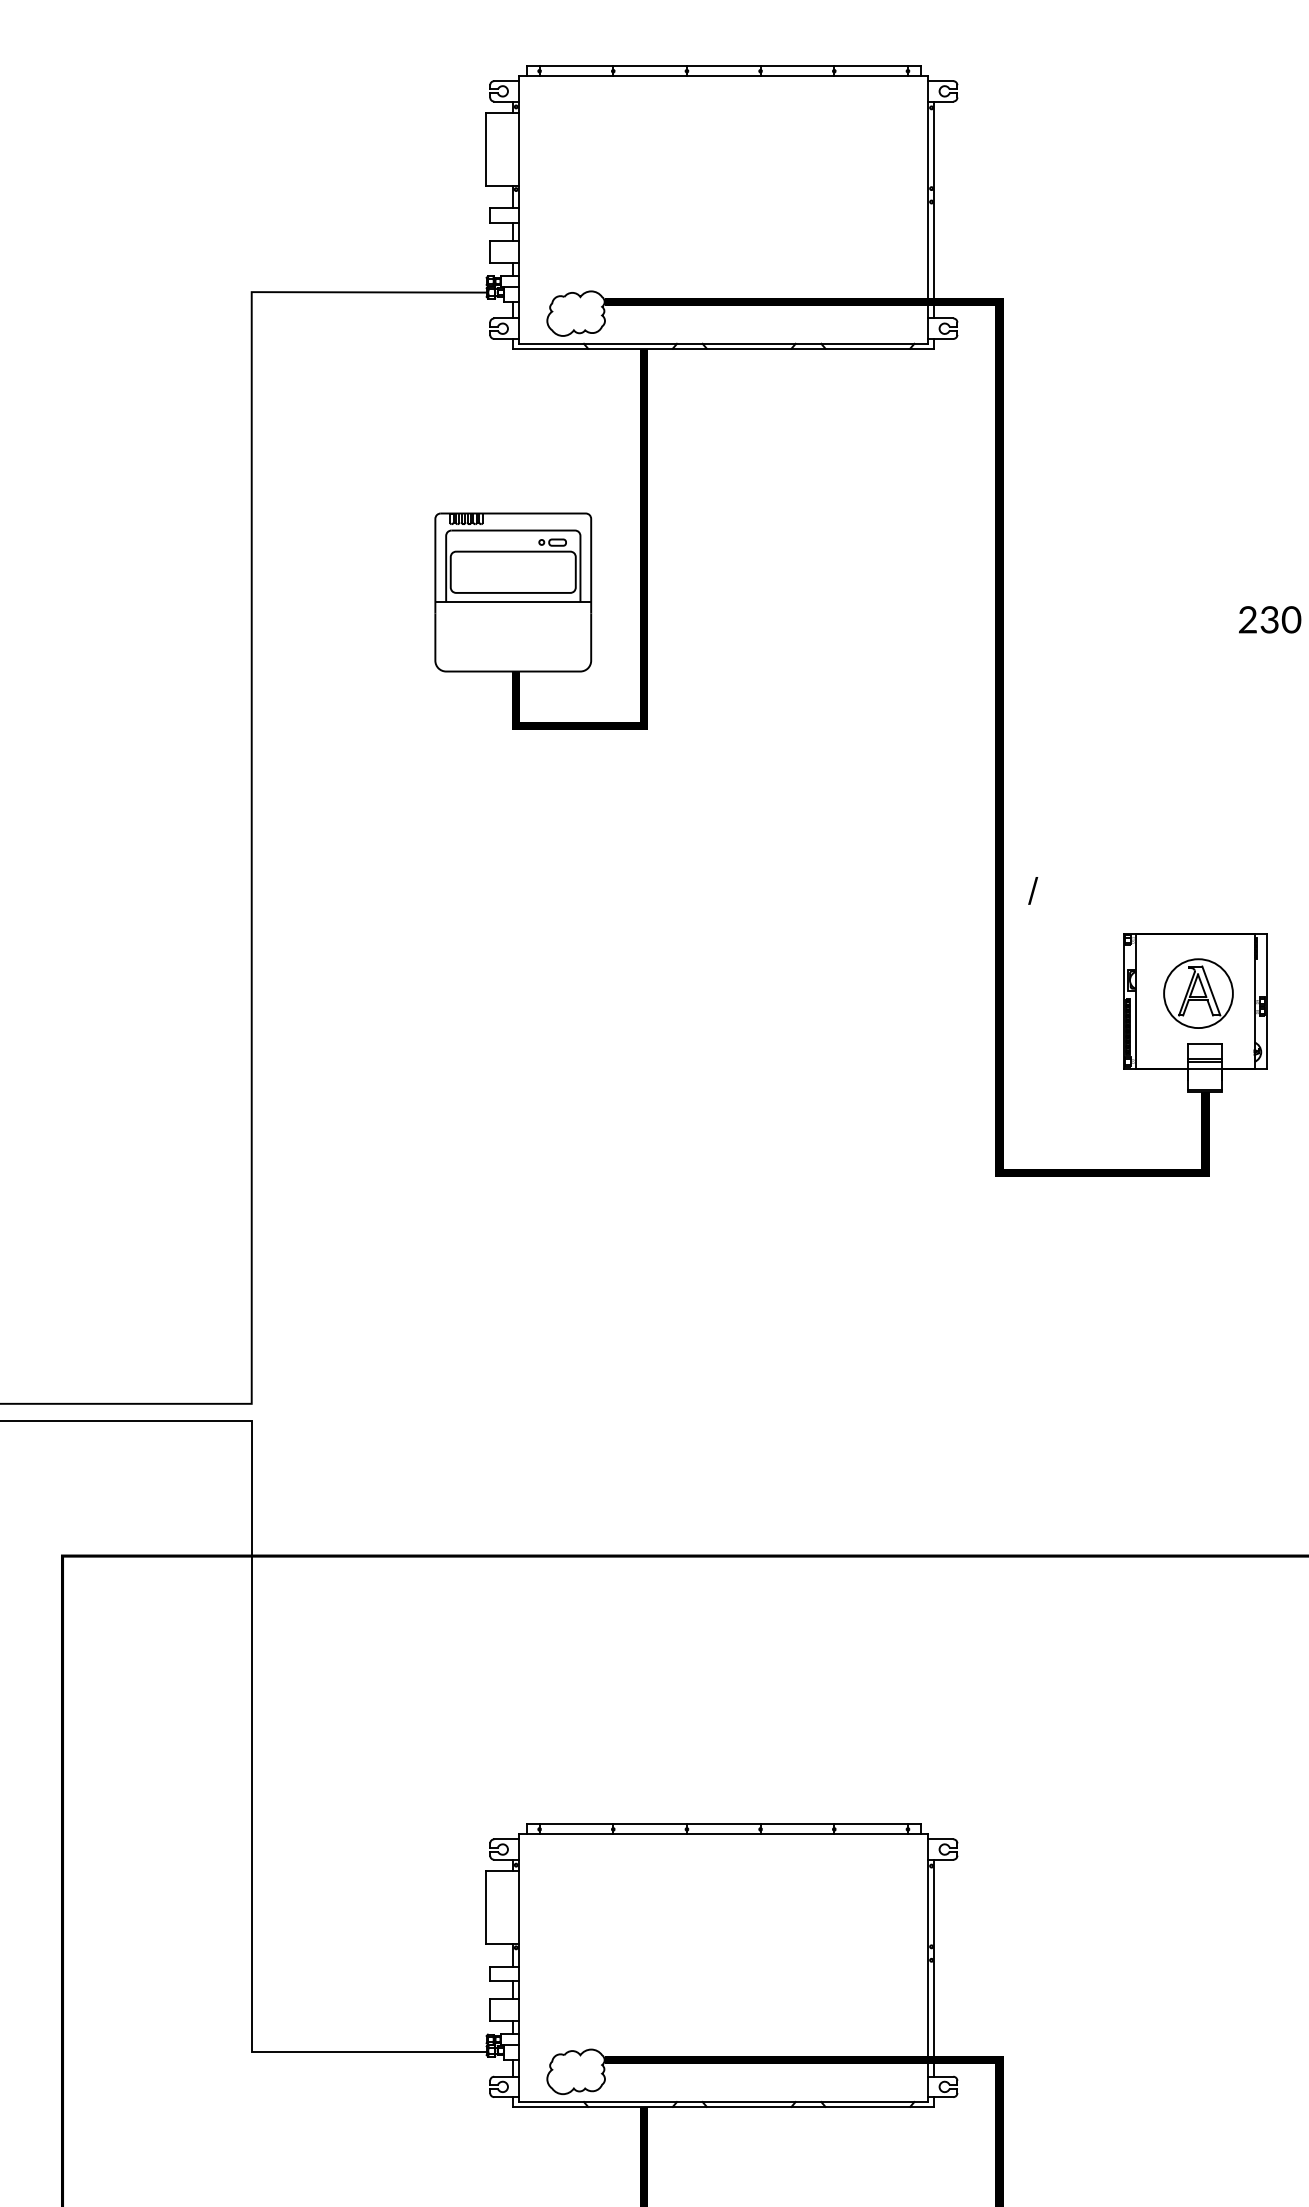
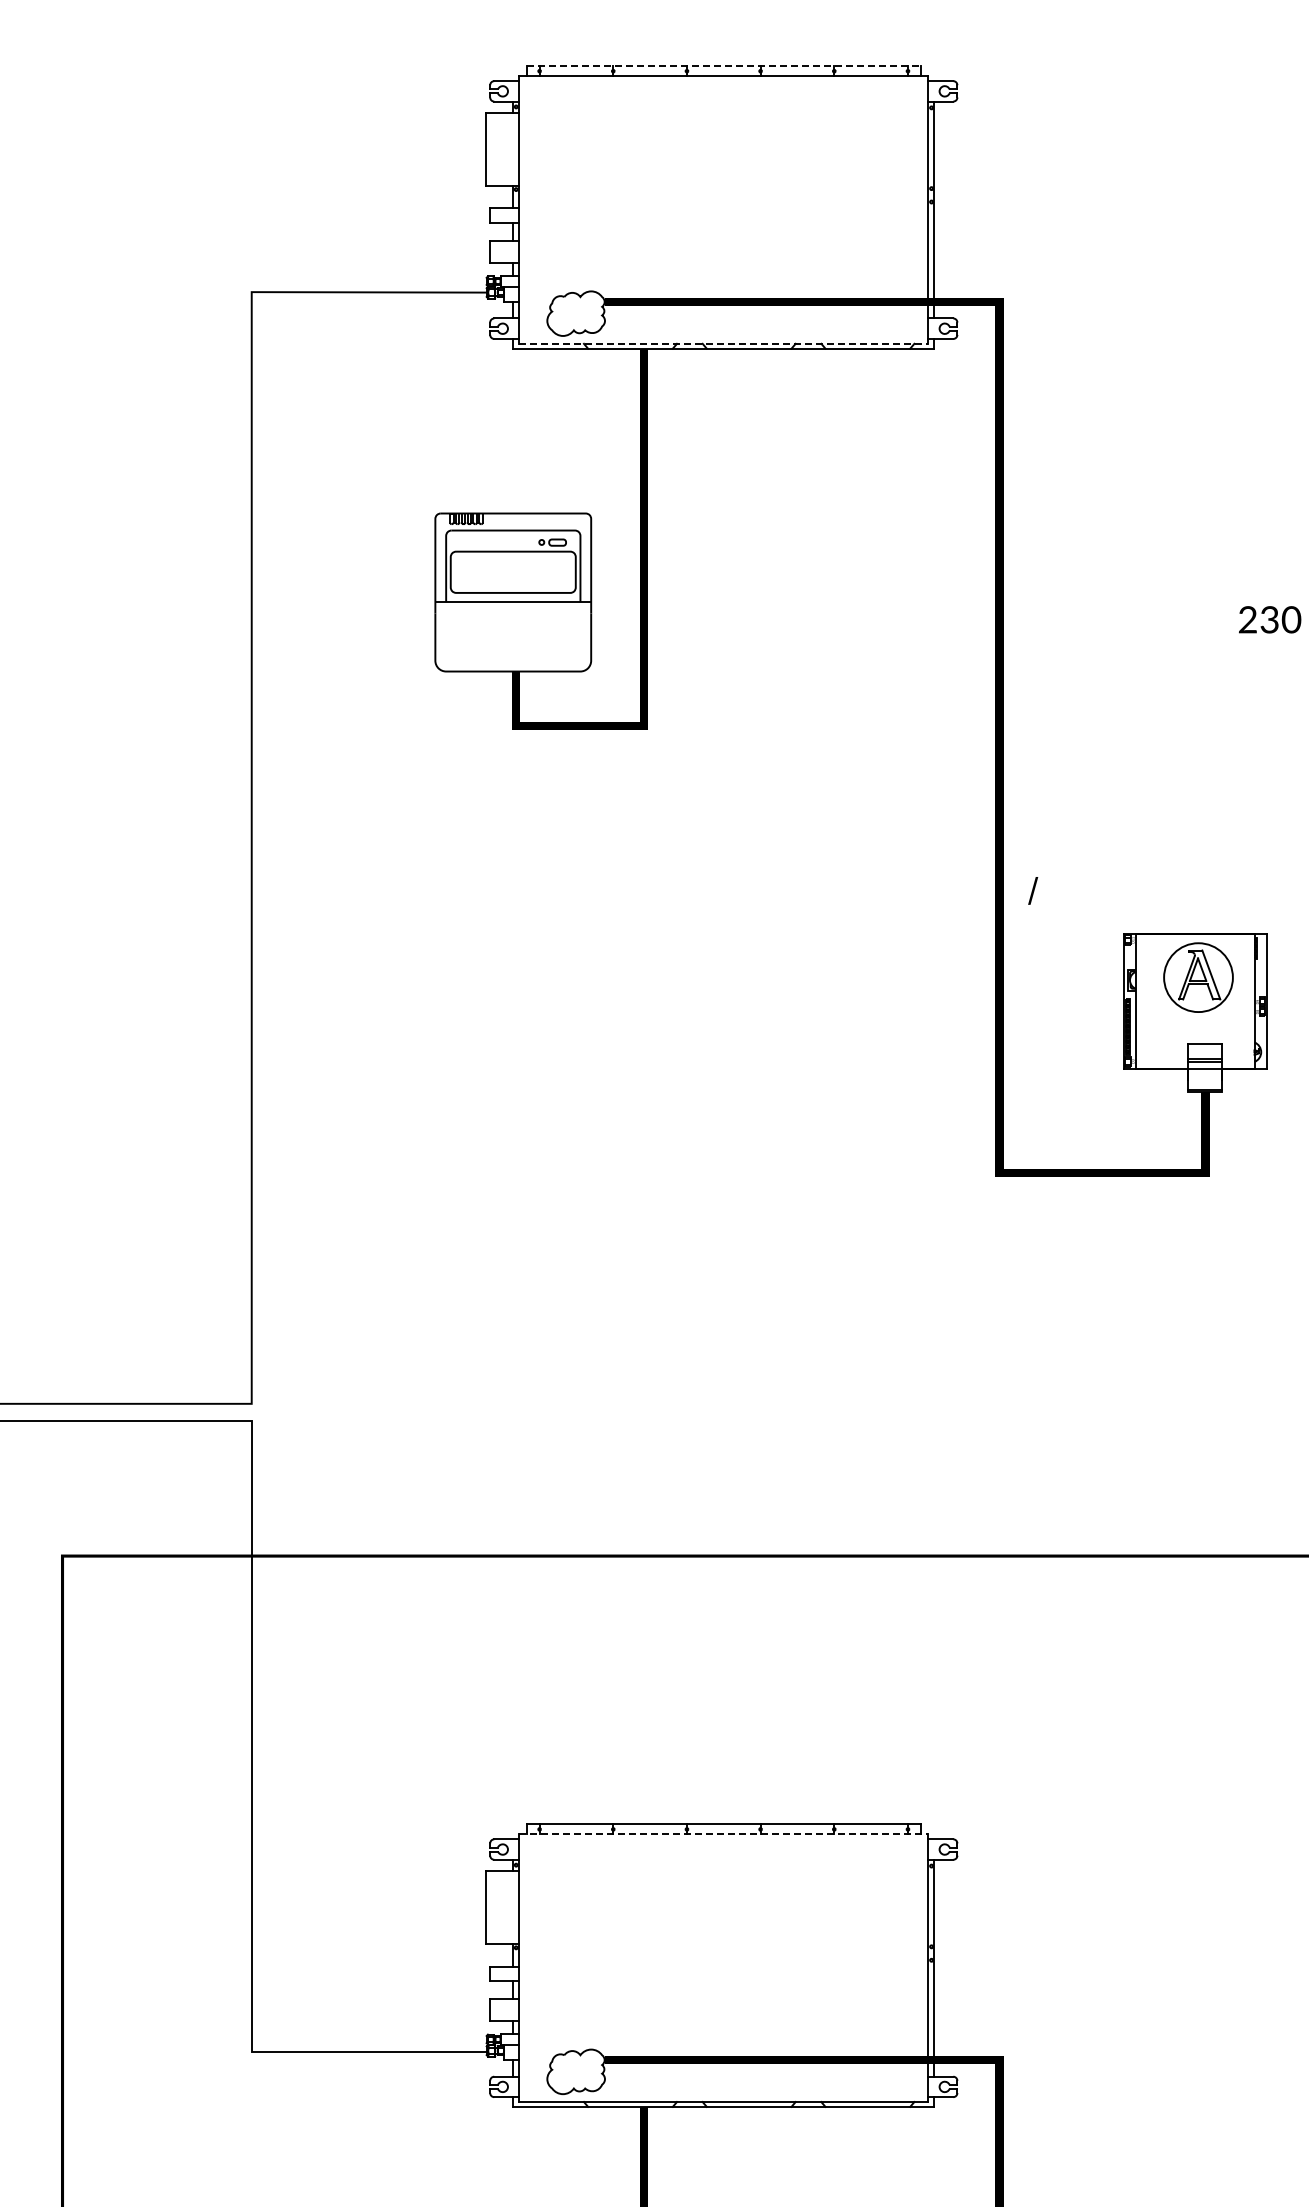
line at (723, 66): solid -> dashed
line at (723, 343): solid -> dashed
part at (1198, 993) position: (1198, 993) -> (1198, 977)
line at (723, 1834): solid -> dashed
